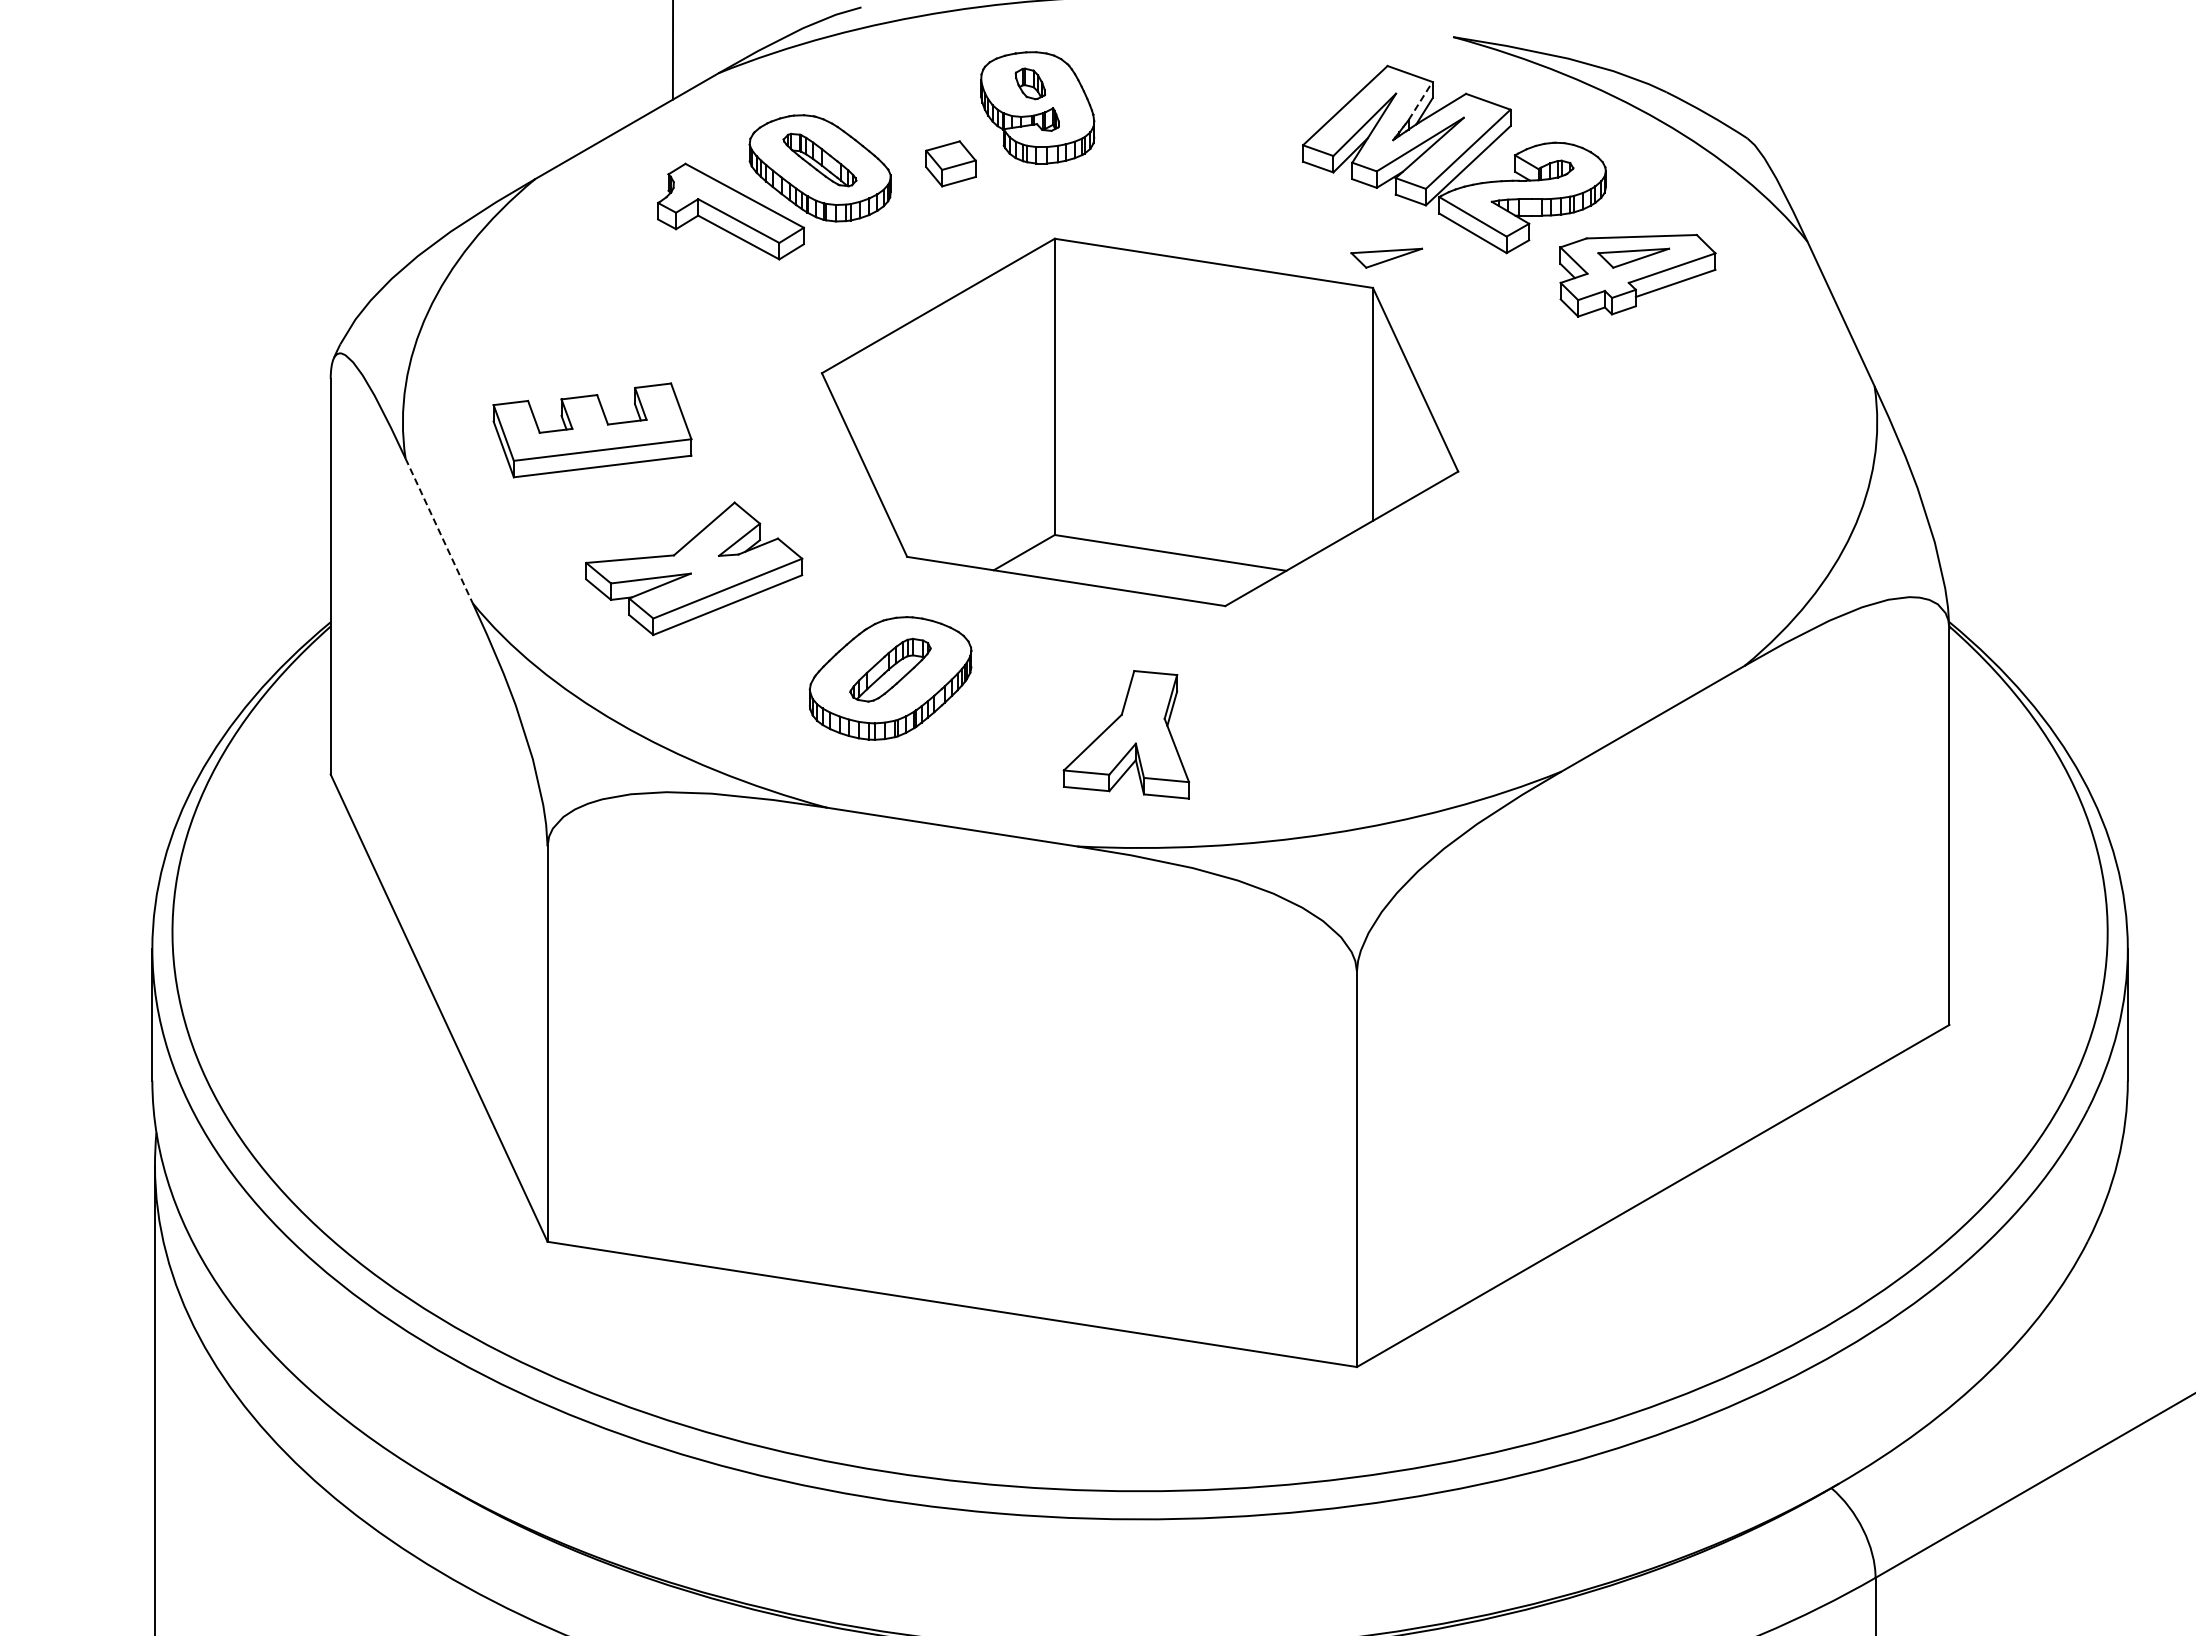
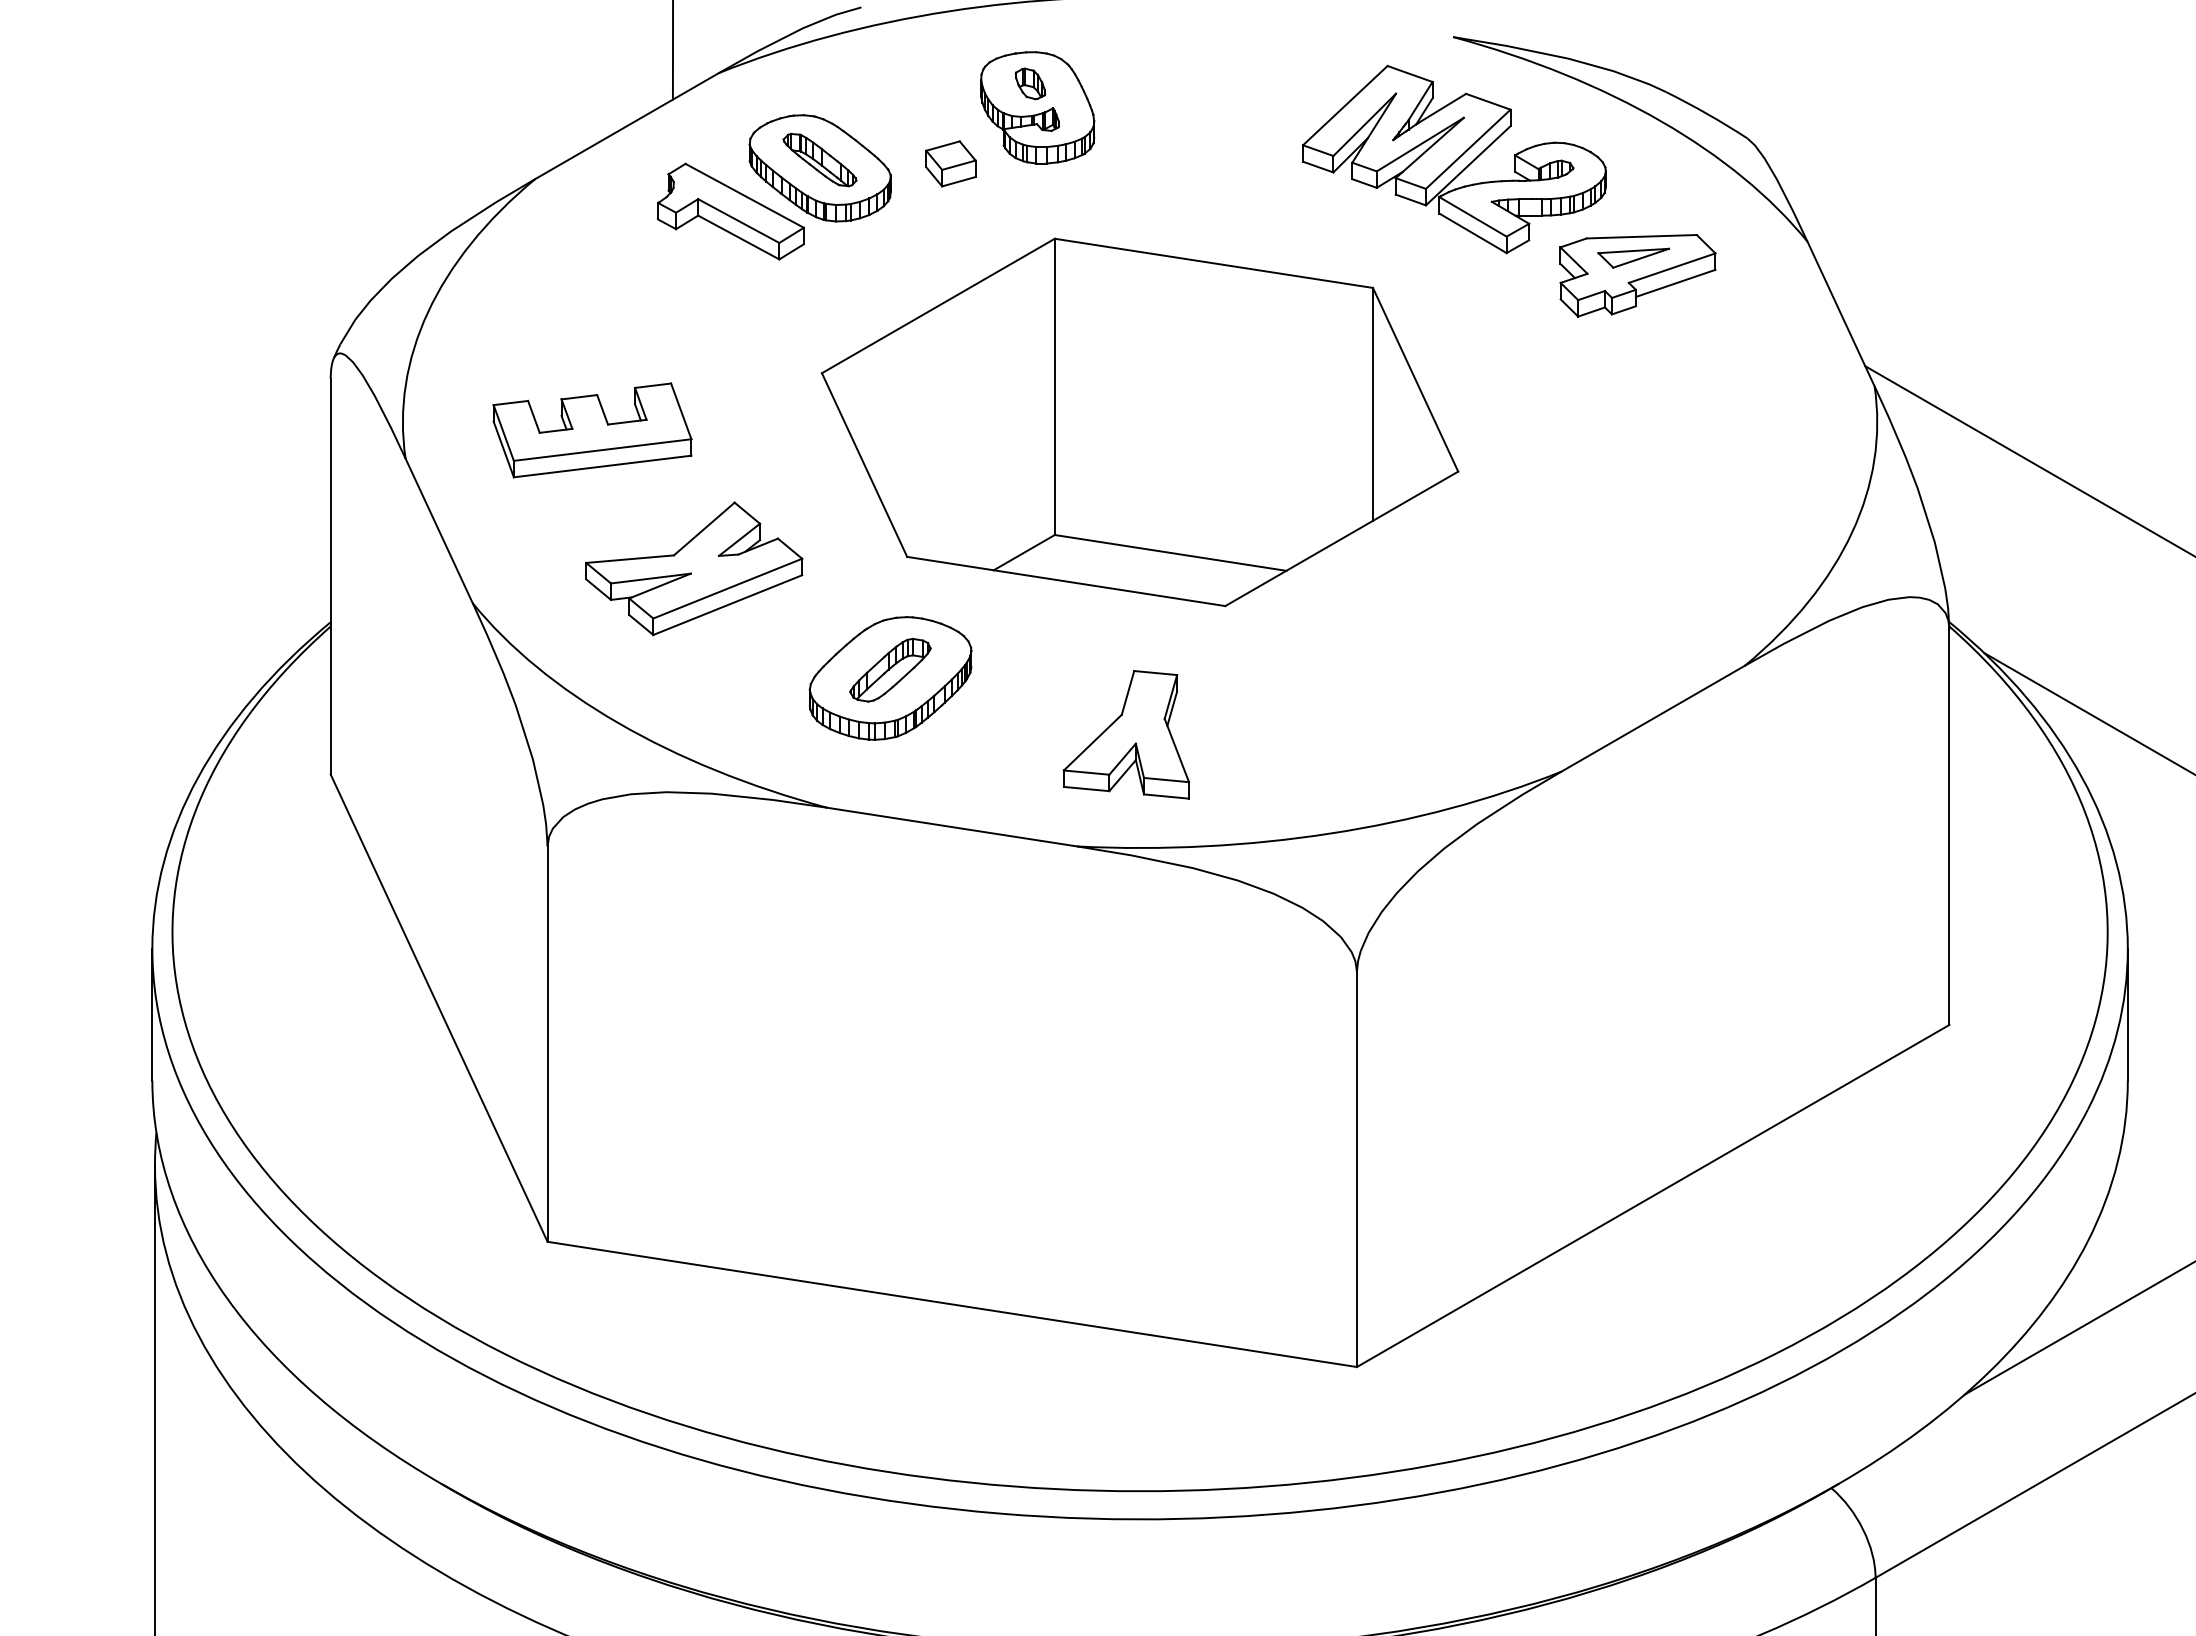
line at (1420, 100): dashed -> solid
part at (1386, 257): present -> none
line at (2028, 460): none -> present
line at (439, 530): dashed -> solid
line at (2088, 713): none -> present
line at (2078, 1328): none -> present
